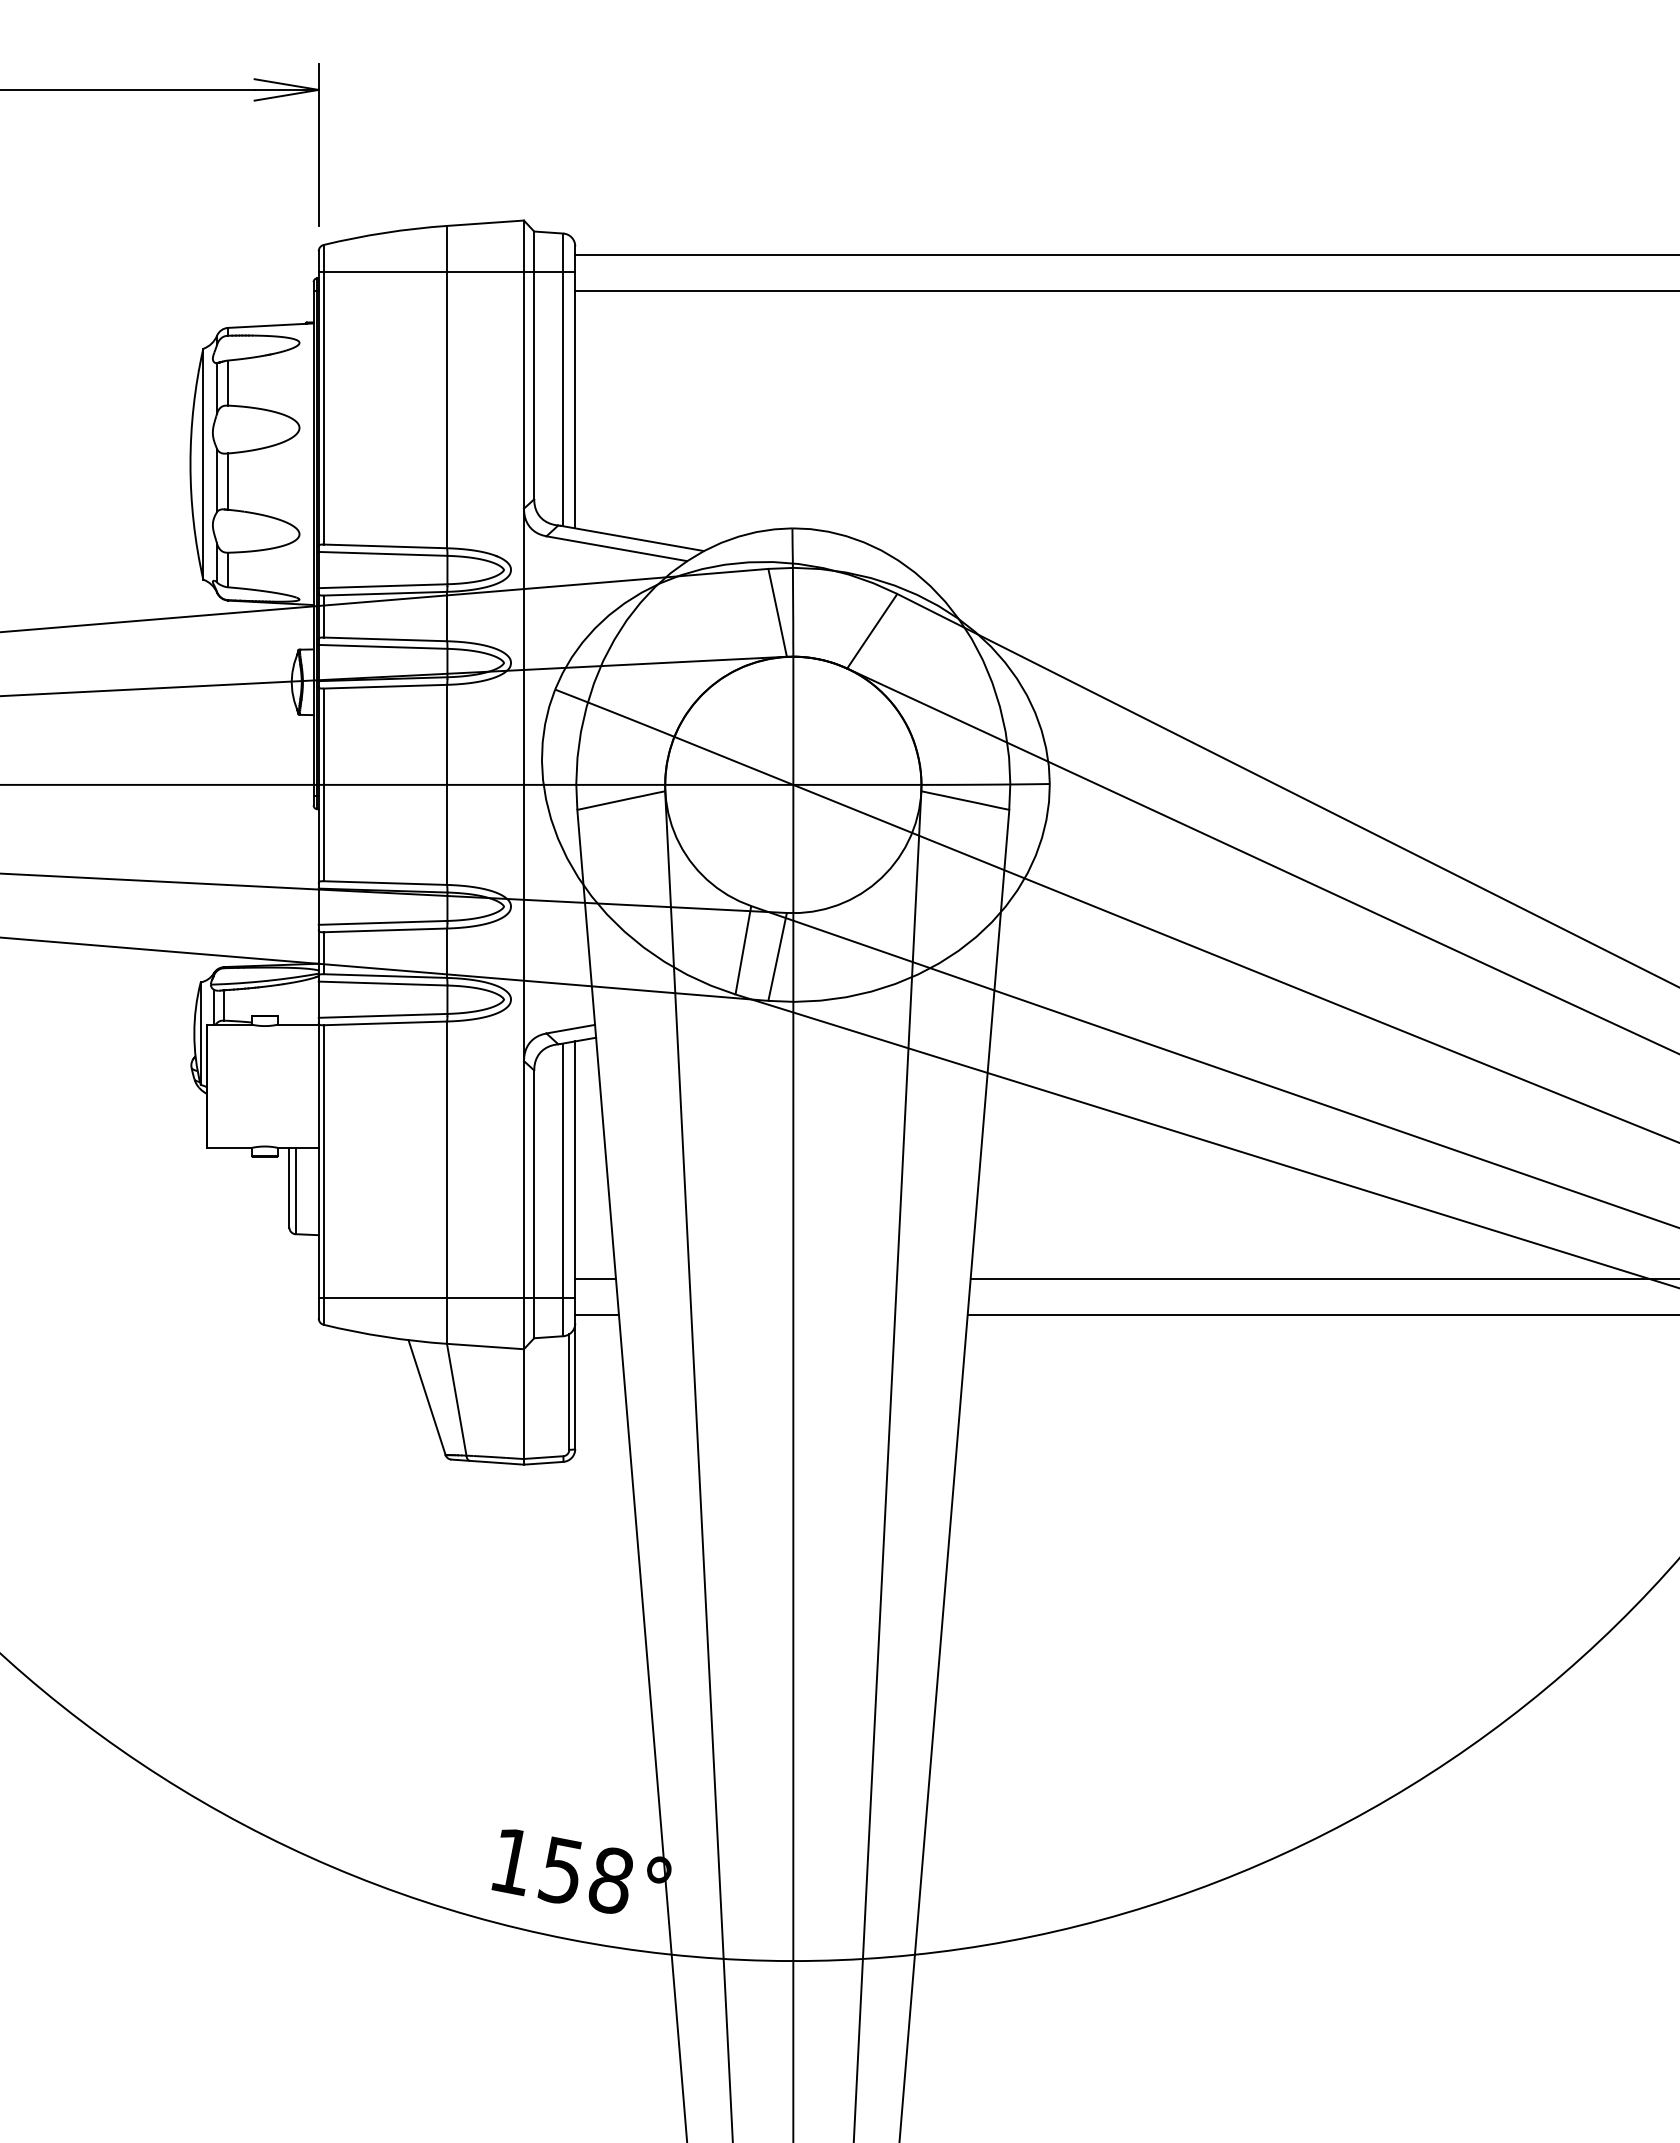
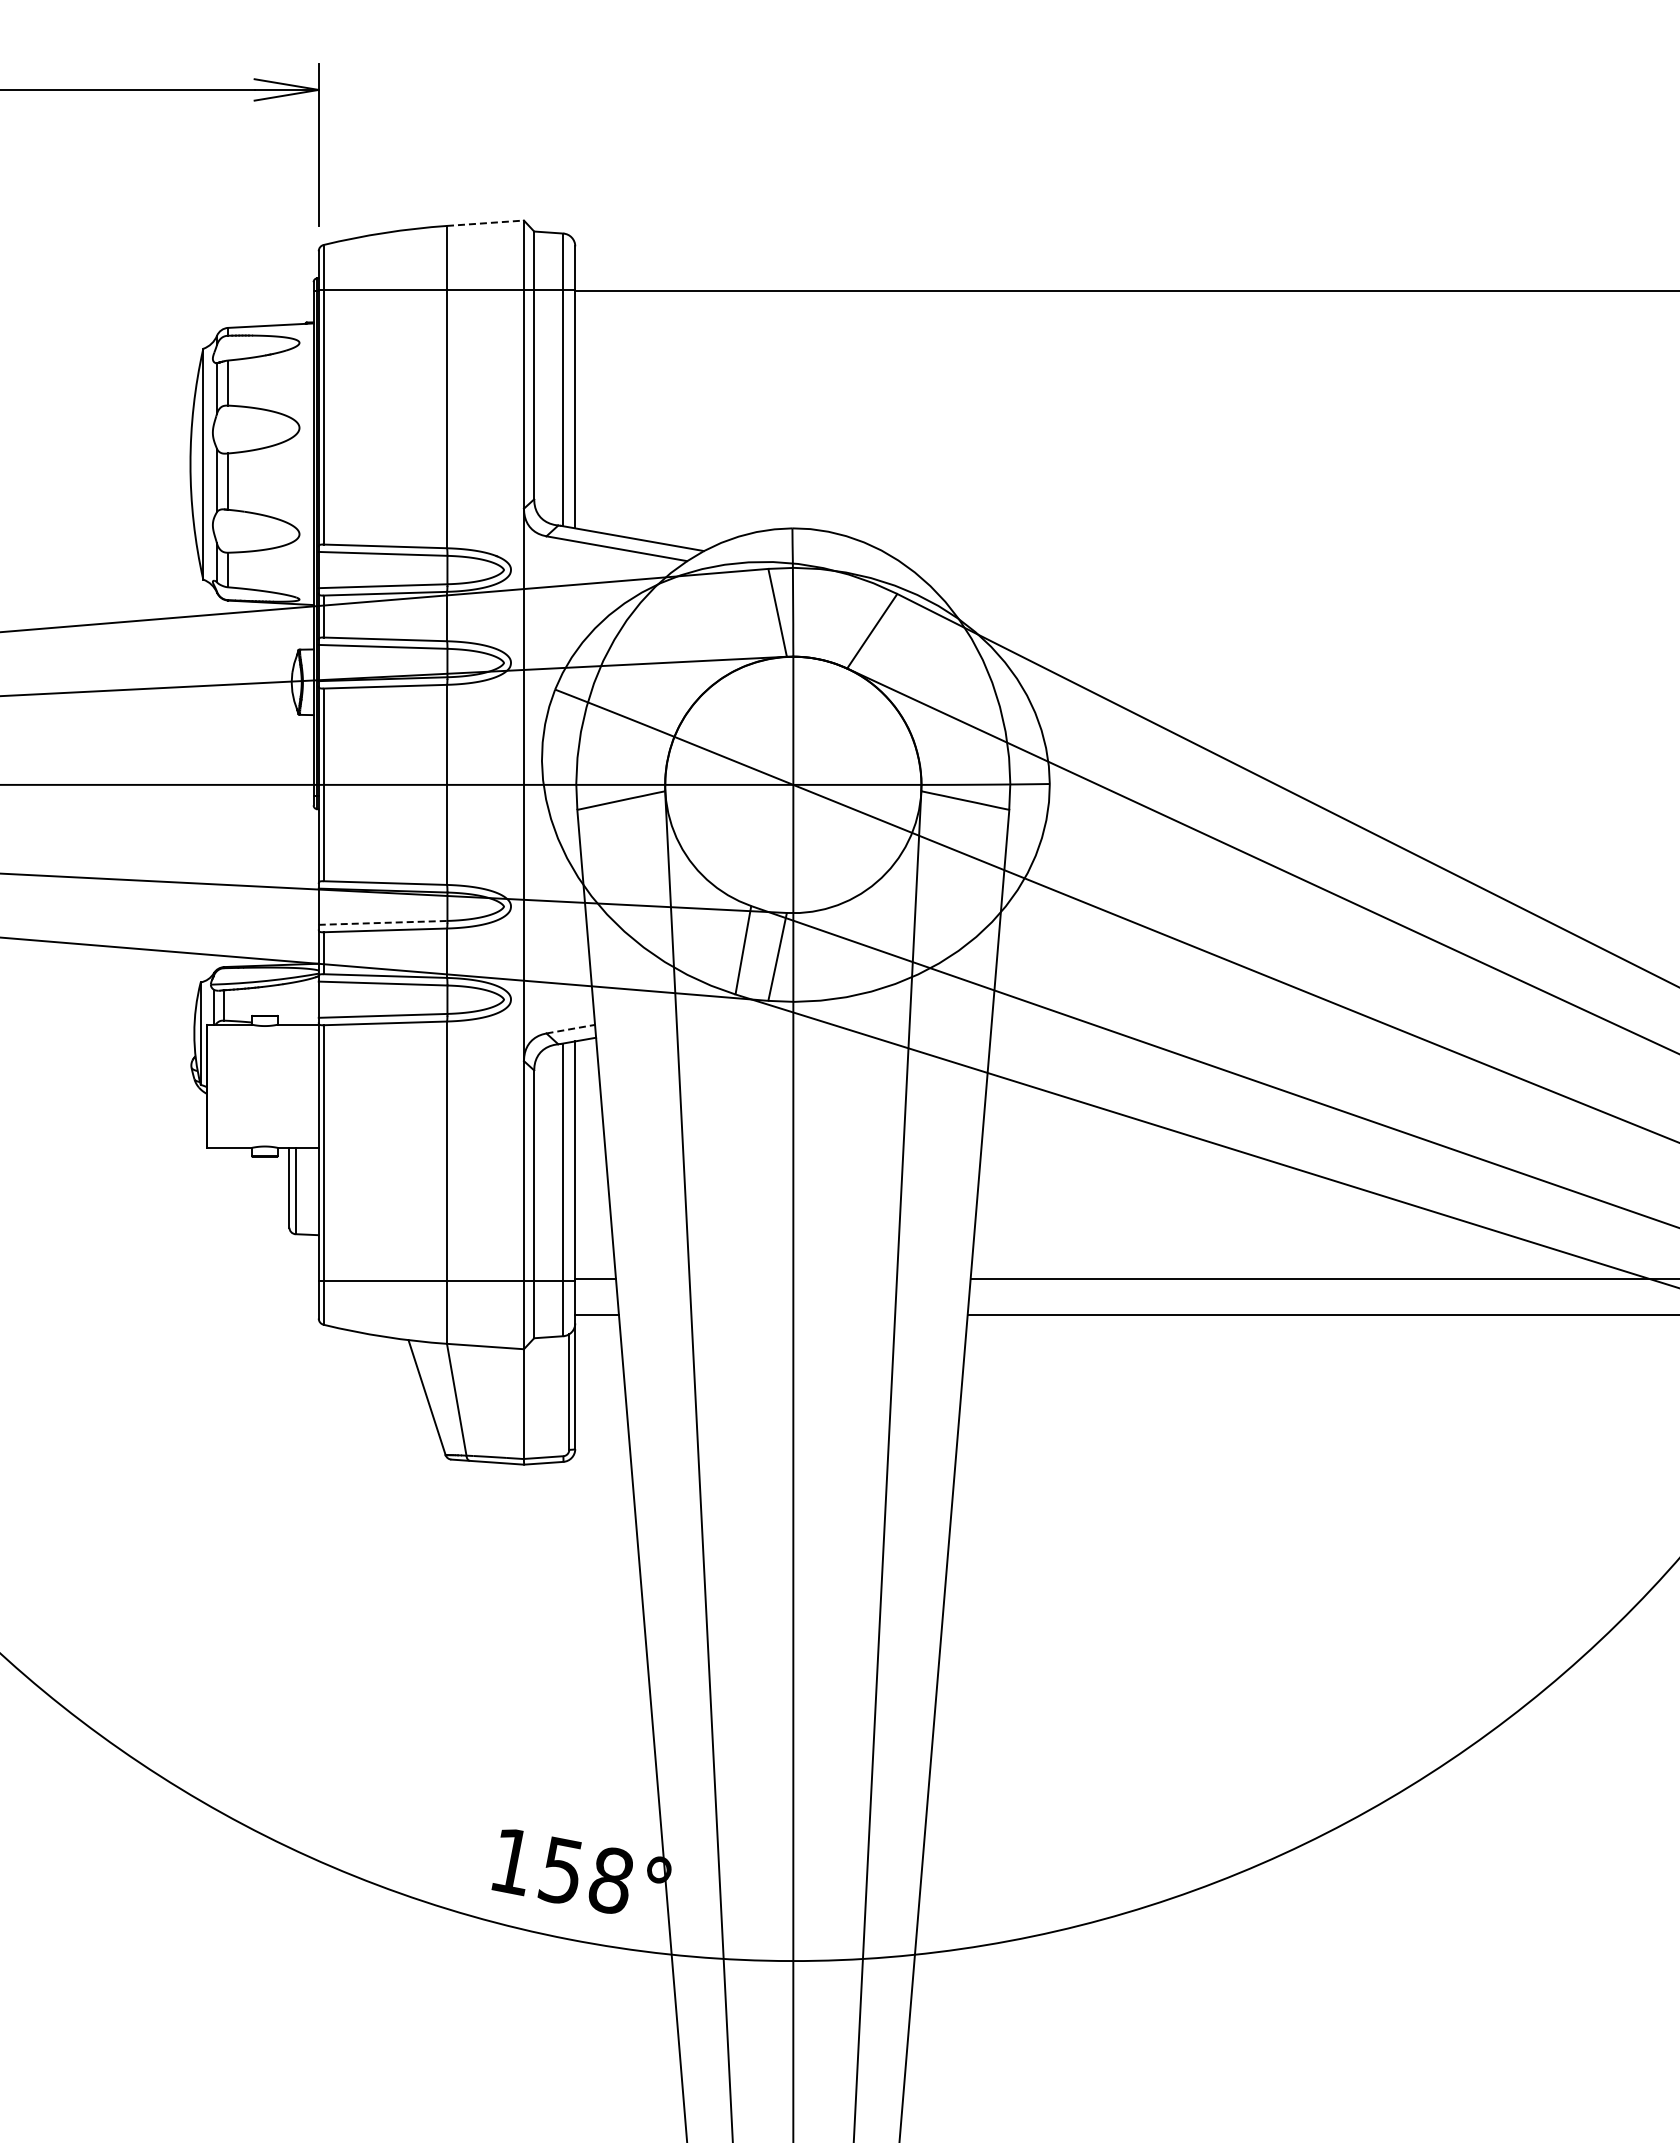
line at (485, 223): solid -> dashed
line at (1125, 255): present -> none
line at (446, 271) position: (446, 271) -> (446, 289)
line at (383, 922): solid -> dashed
line at (570, 1029): solid -> dashed
line at (446, 1297) position: (446, 1297) -> (446, 1280)
